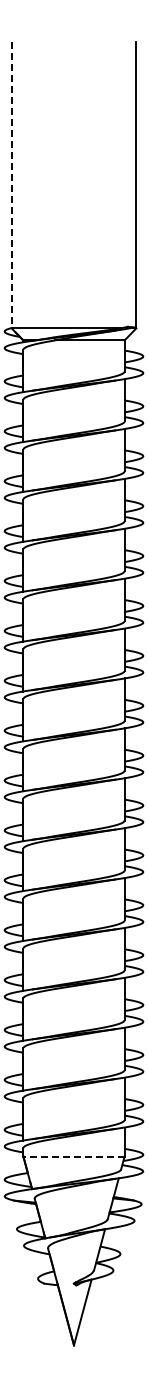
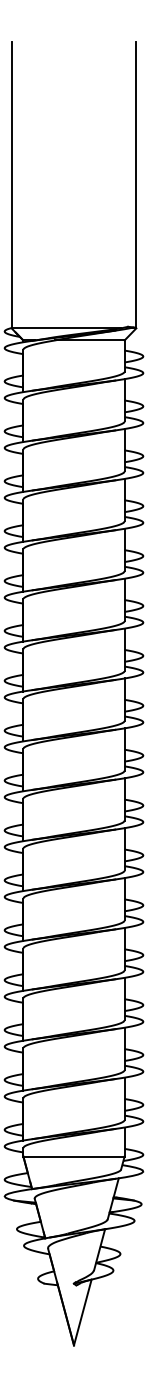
line at (11, 185): dashed -> solid
line at (74, 1156): dashed -> solid
